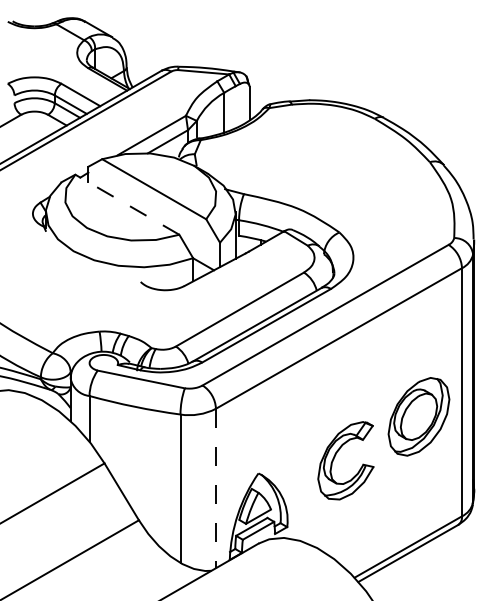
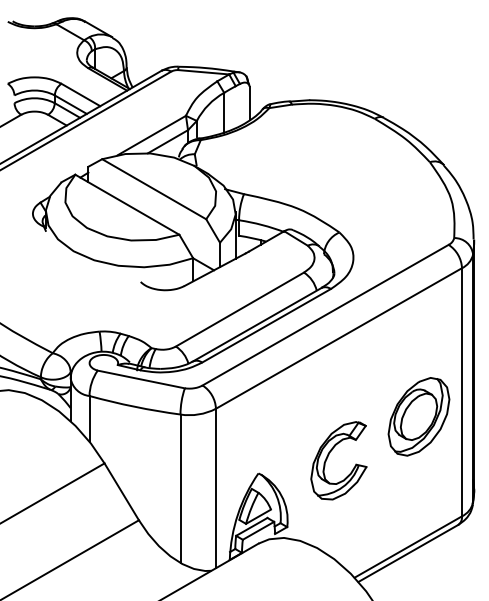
line at (126, 204): dashed -> solid
part at (335, 457) position: (335, 457) -> (328, 457)
line at (215, 488): dashed -> solid
